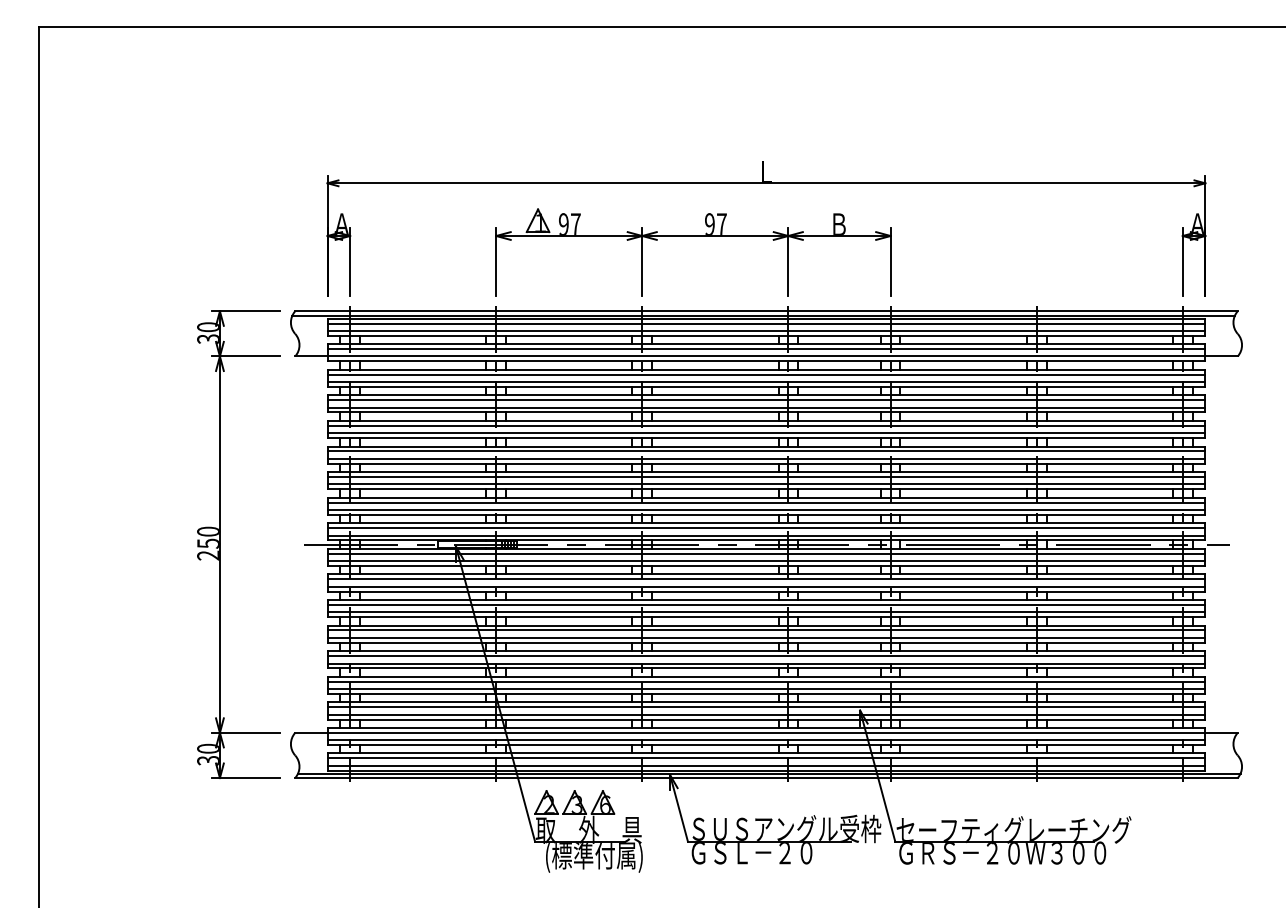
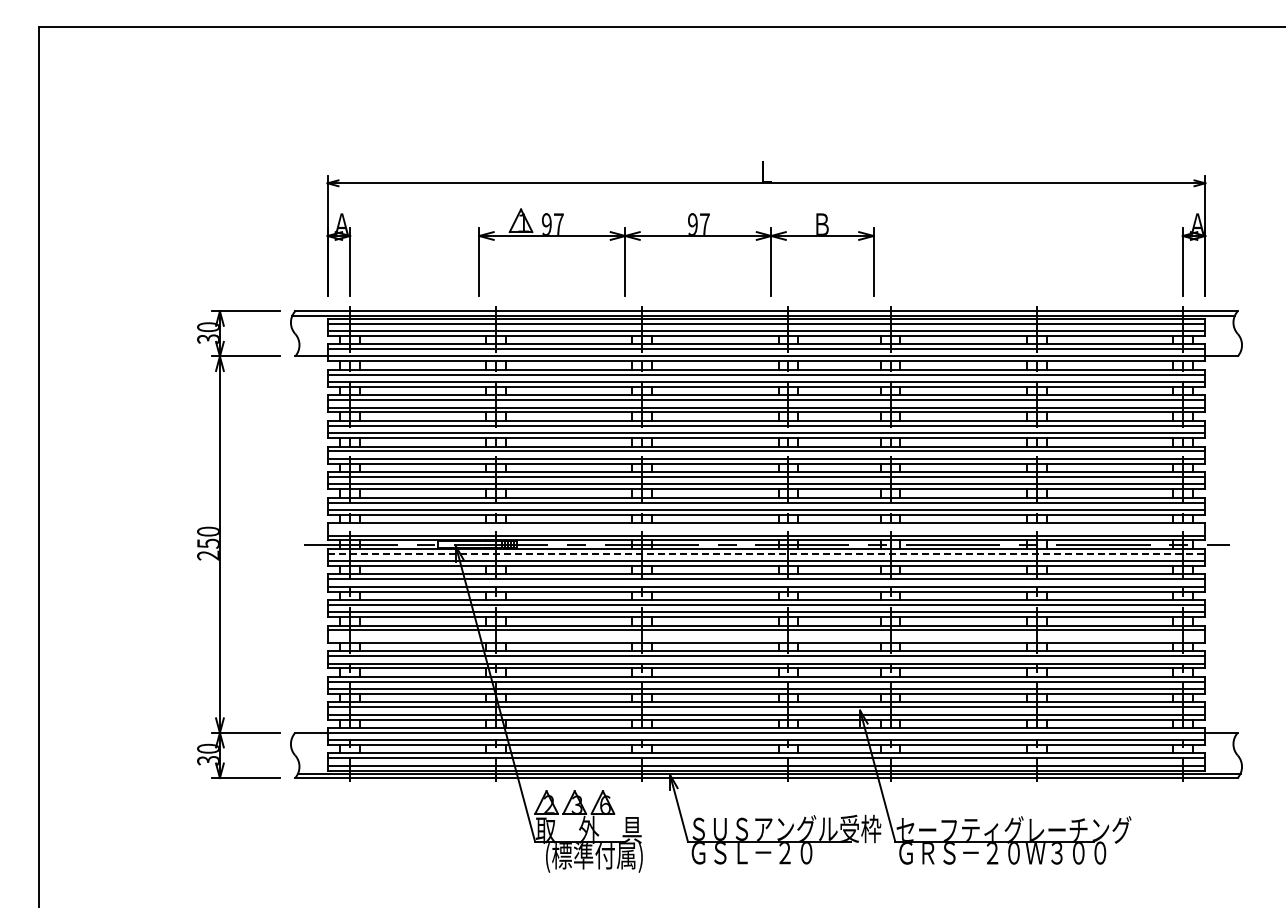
part at (693, 236) position: (693, 236) -> (676, 236)
line at (766, 528): present -> none
line at (766, 553): solid -> dashed
line at (766, 638): present -> none
